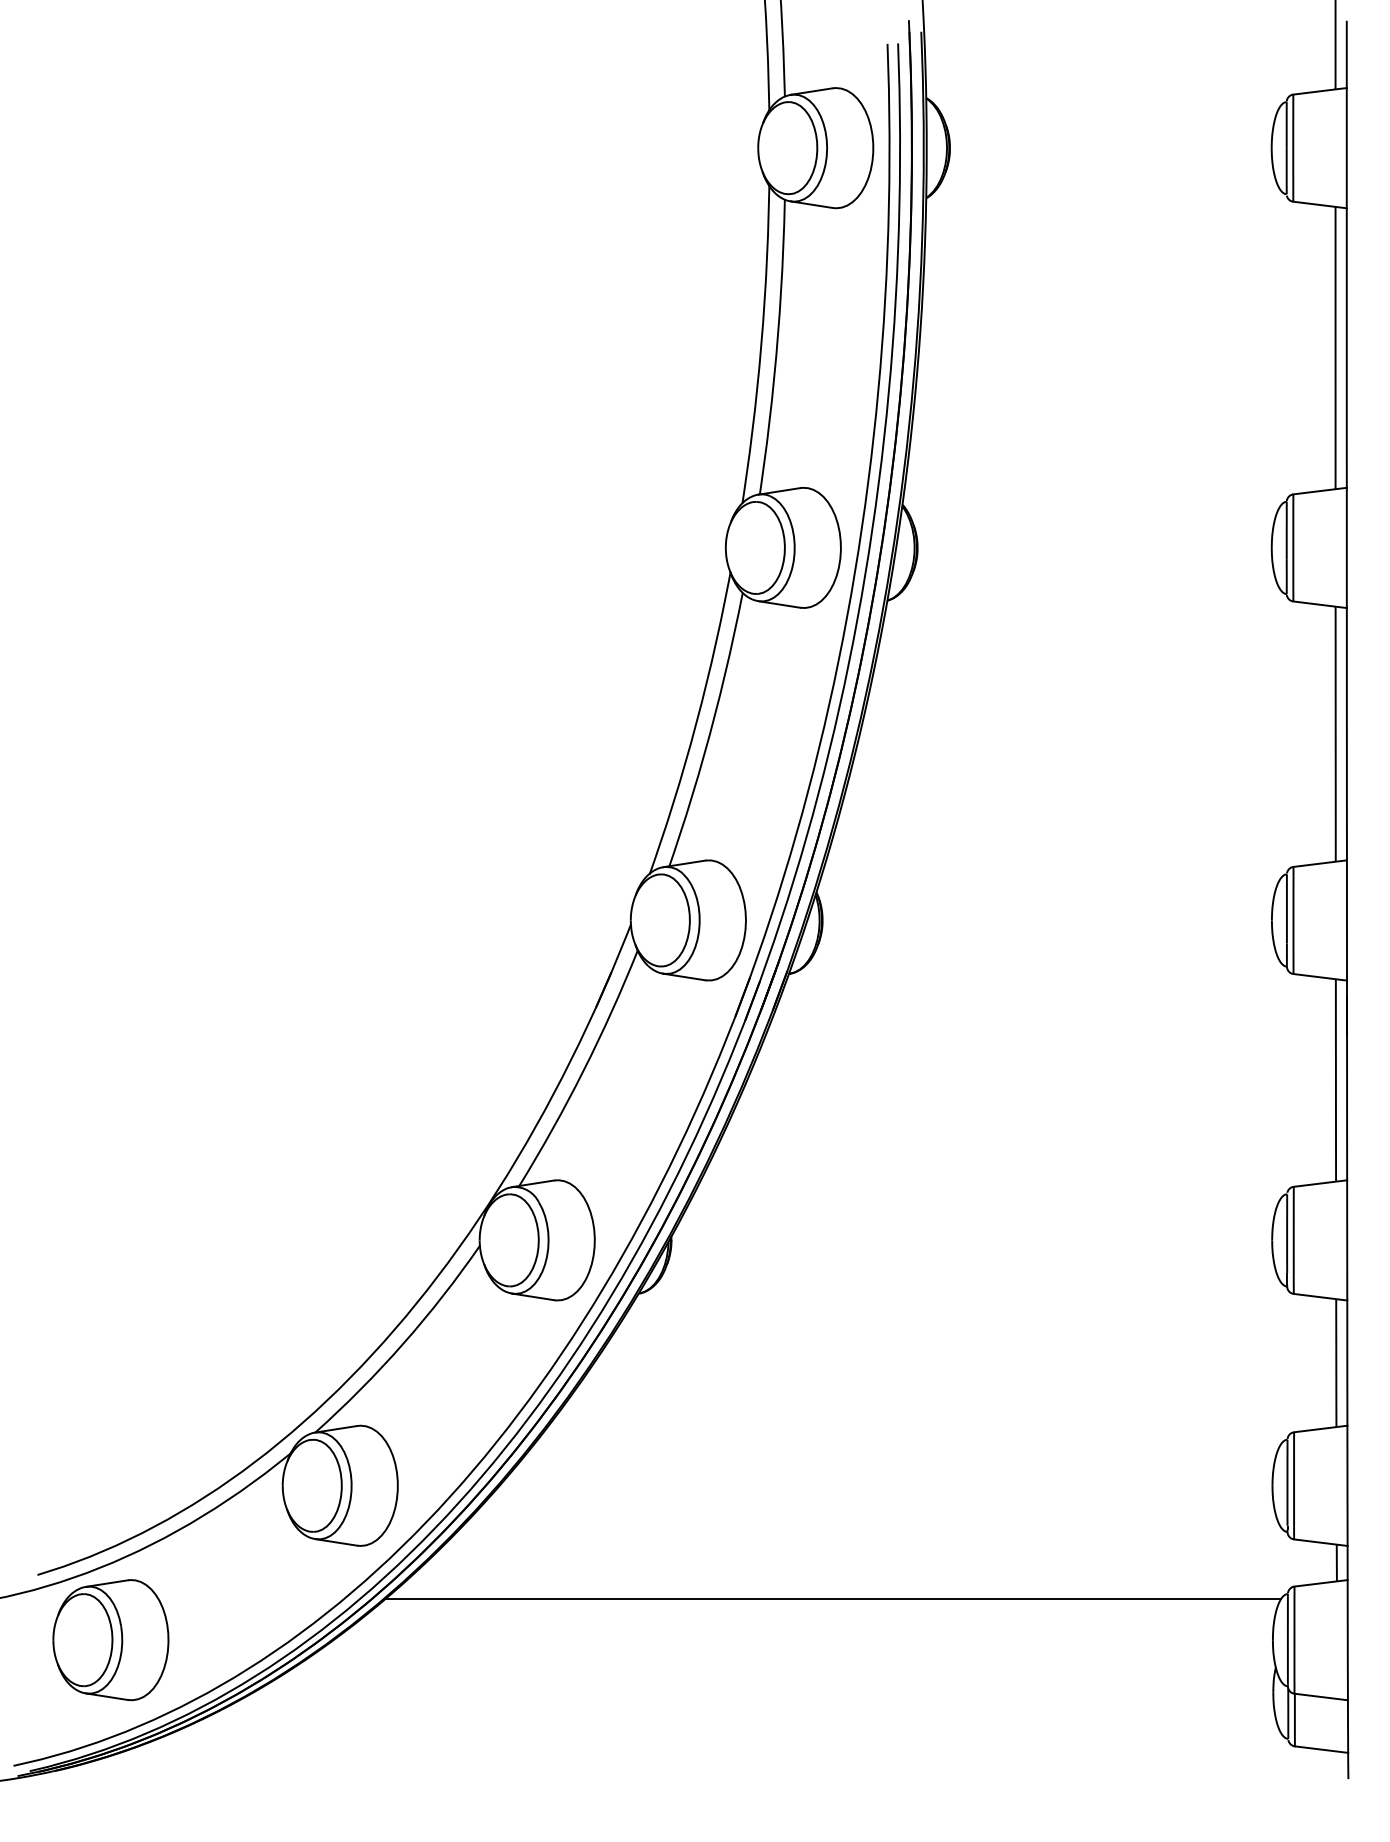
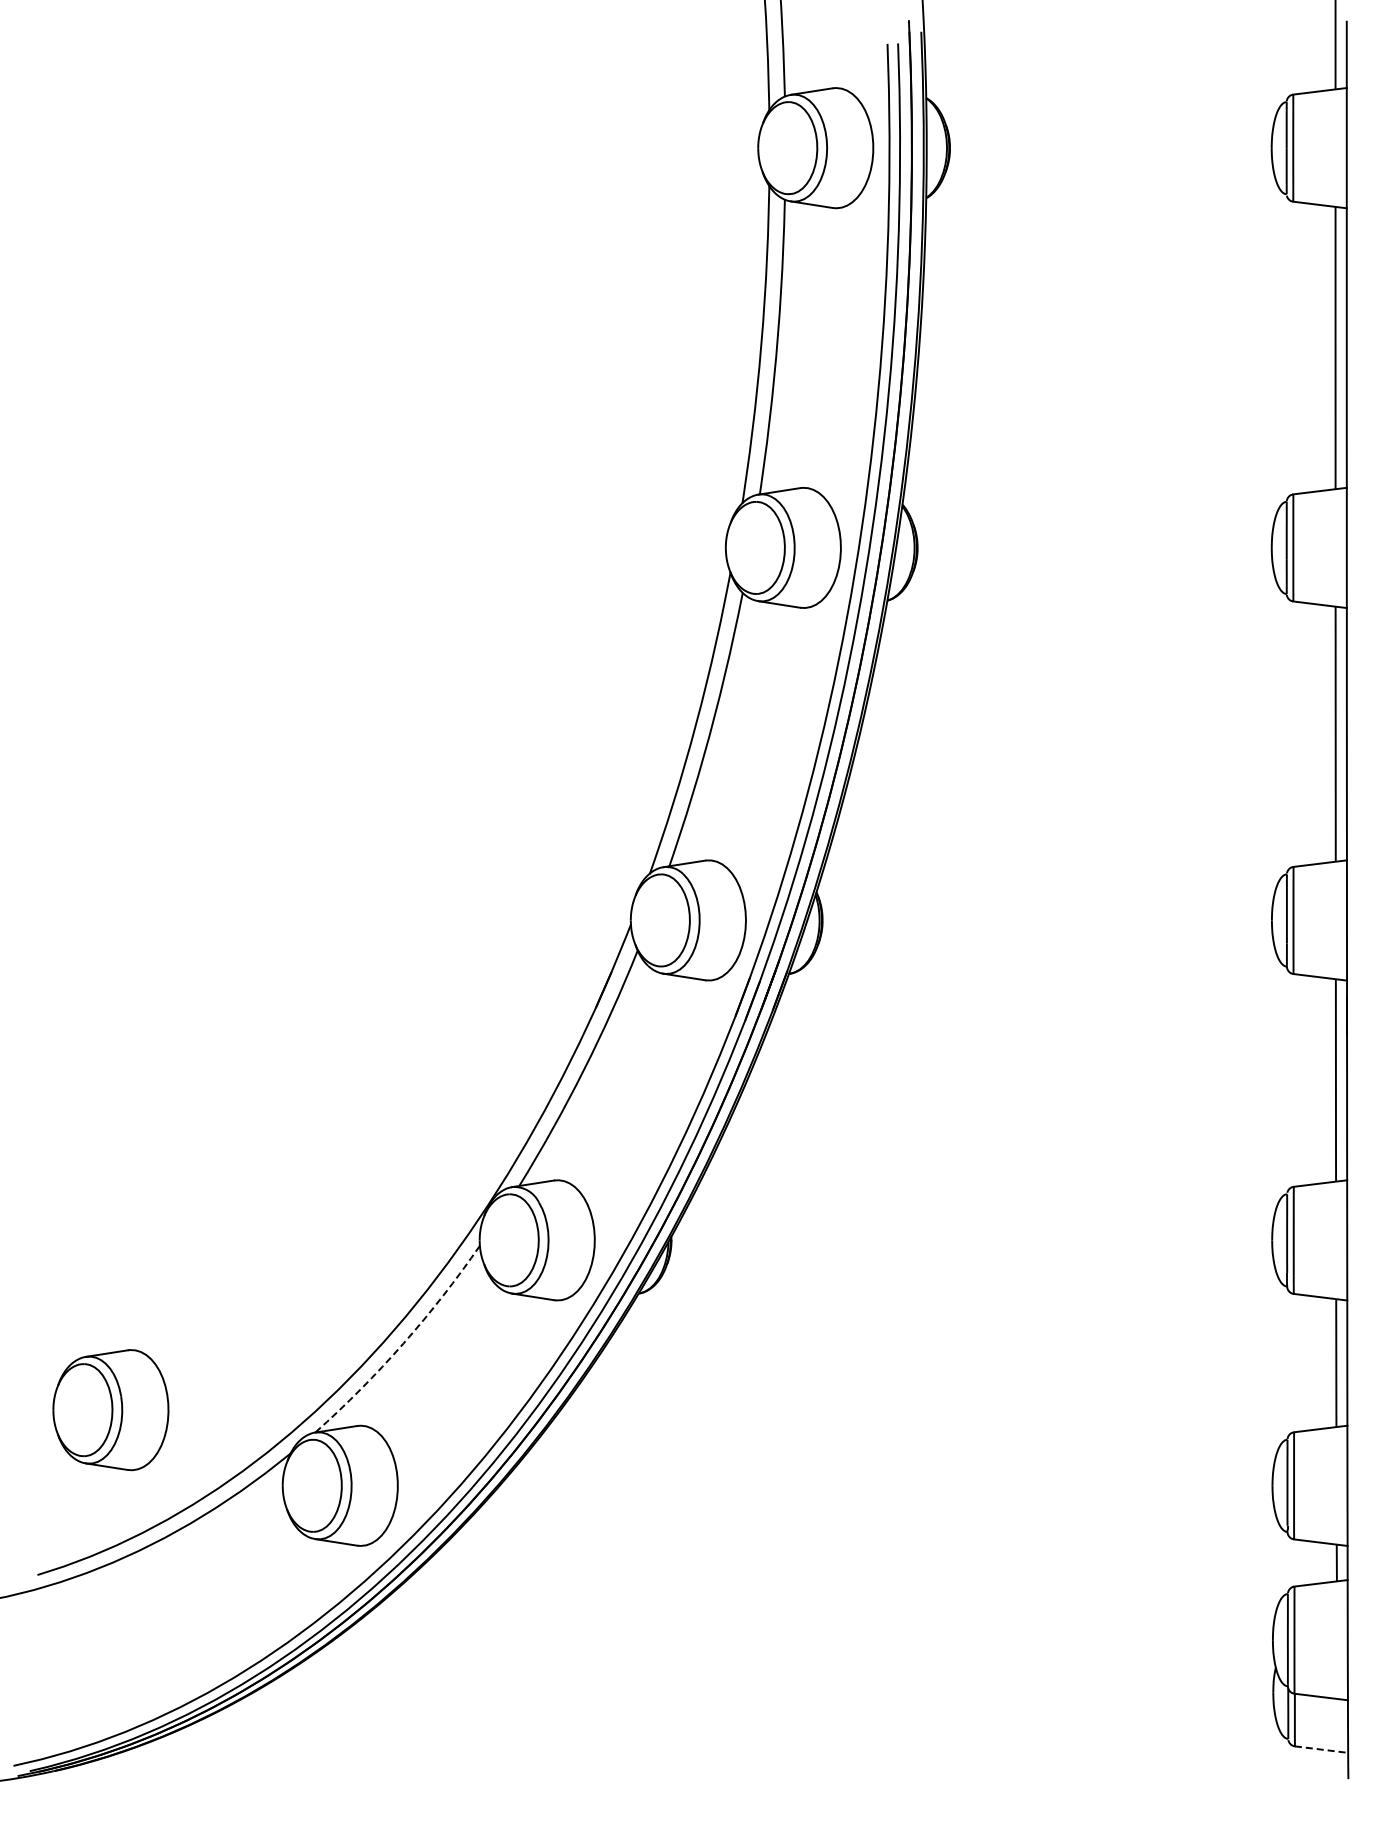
arc at (403, 1343): solid -> dashed
line at (833, 1598): present -> none
part at (110, 1640) position: (110, 1640) -> (110, 1410)
line at (1321, 1749): solid -> dashed
